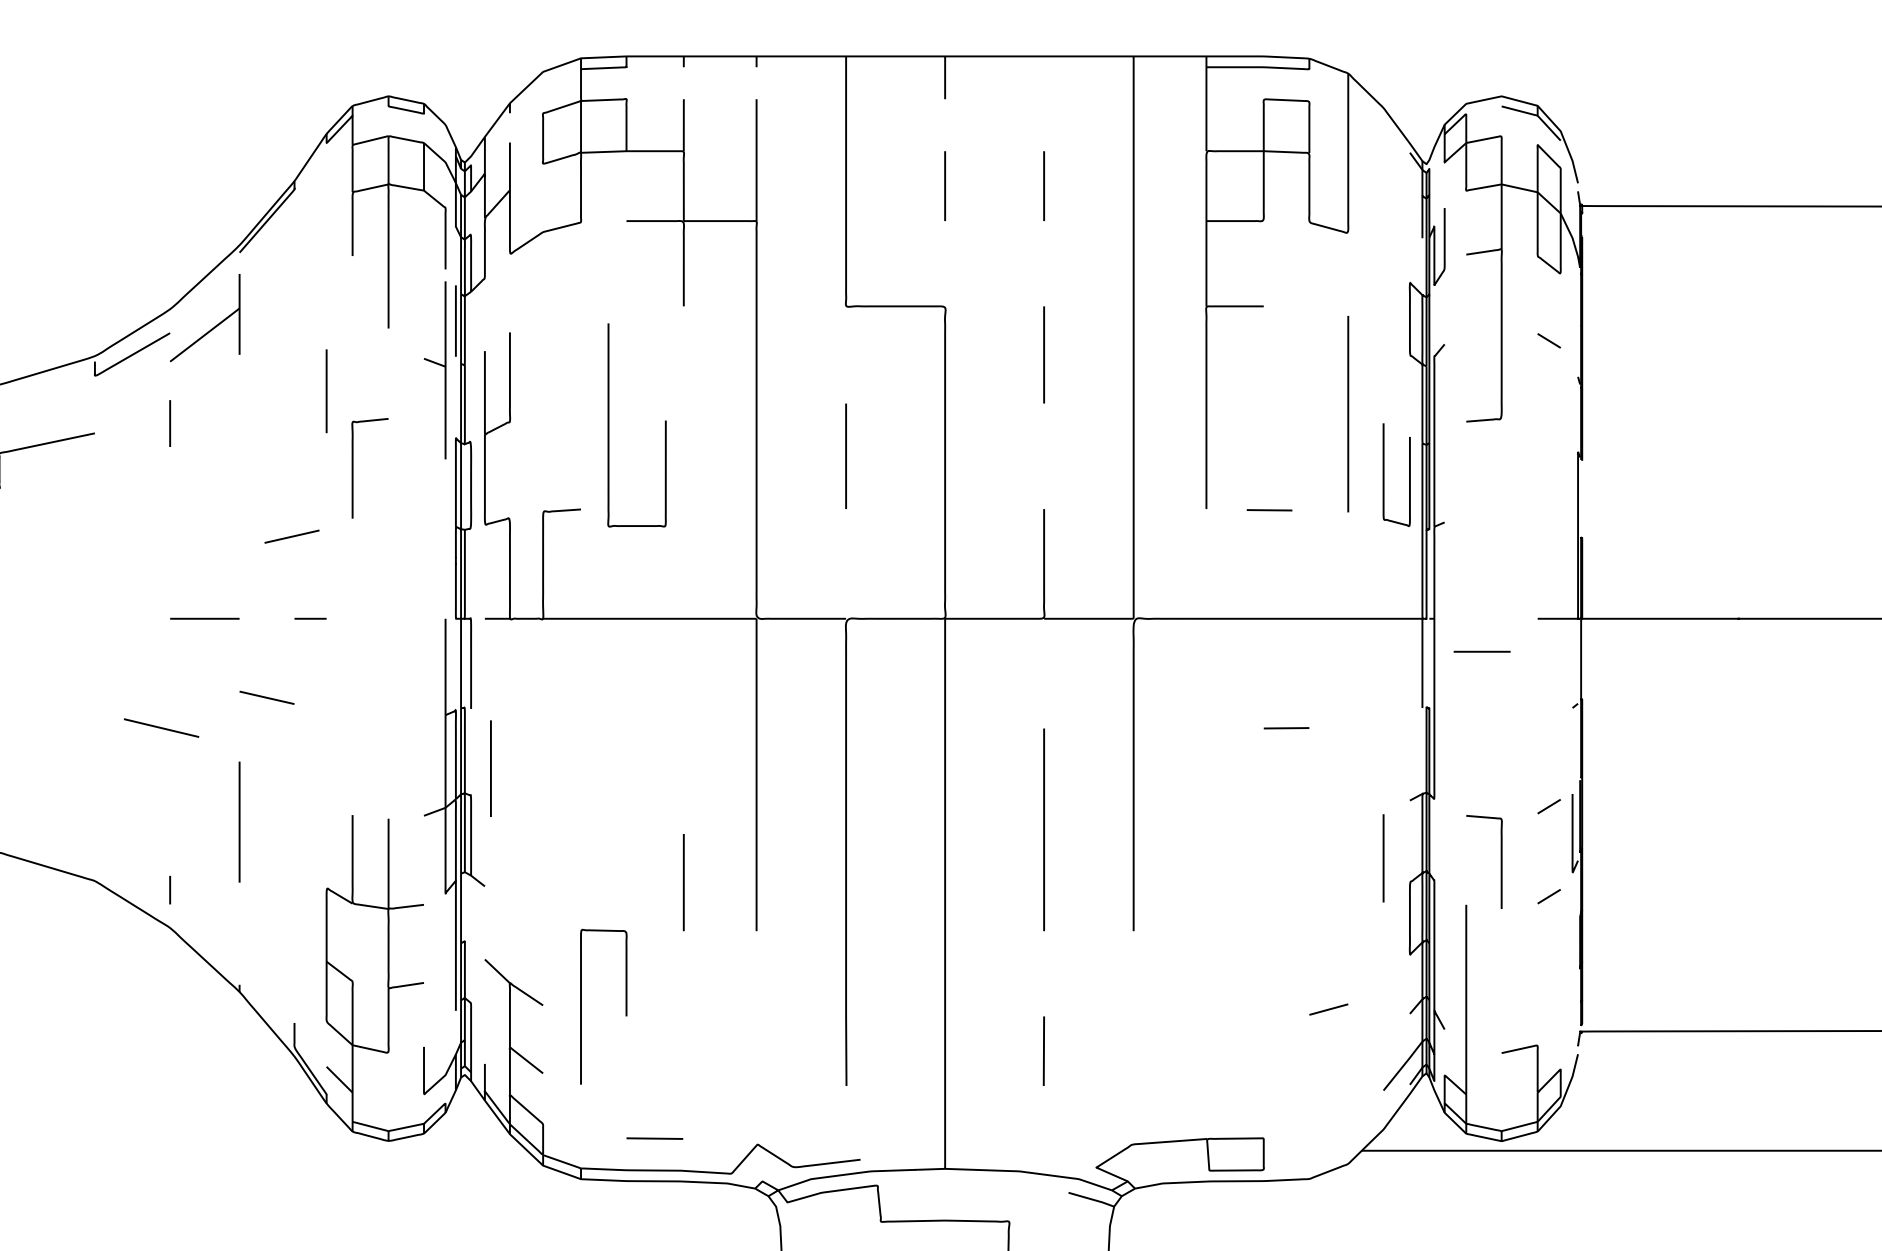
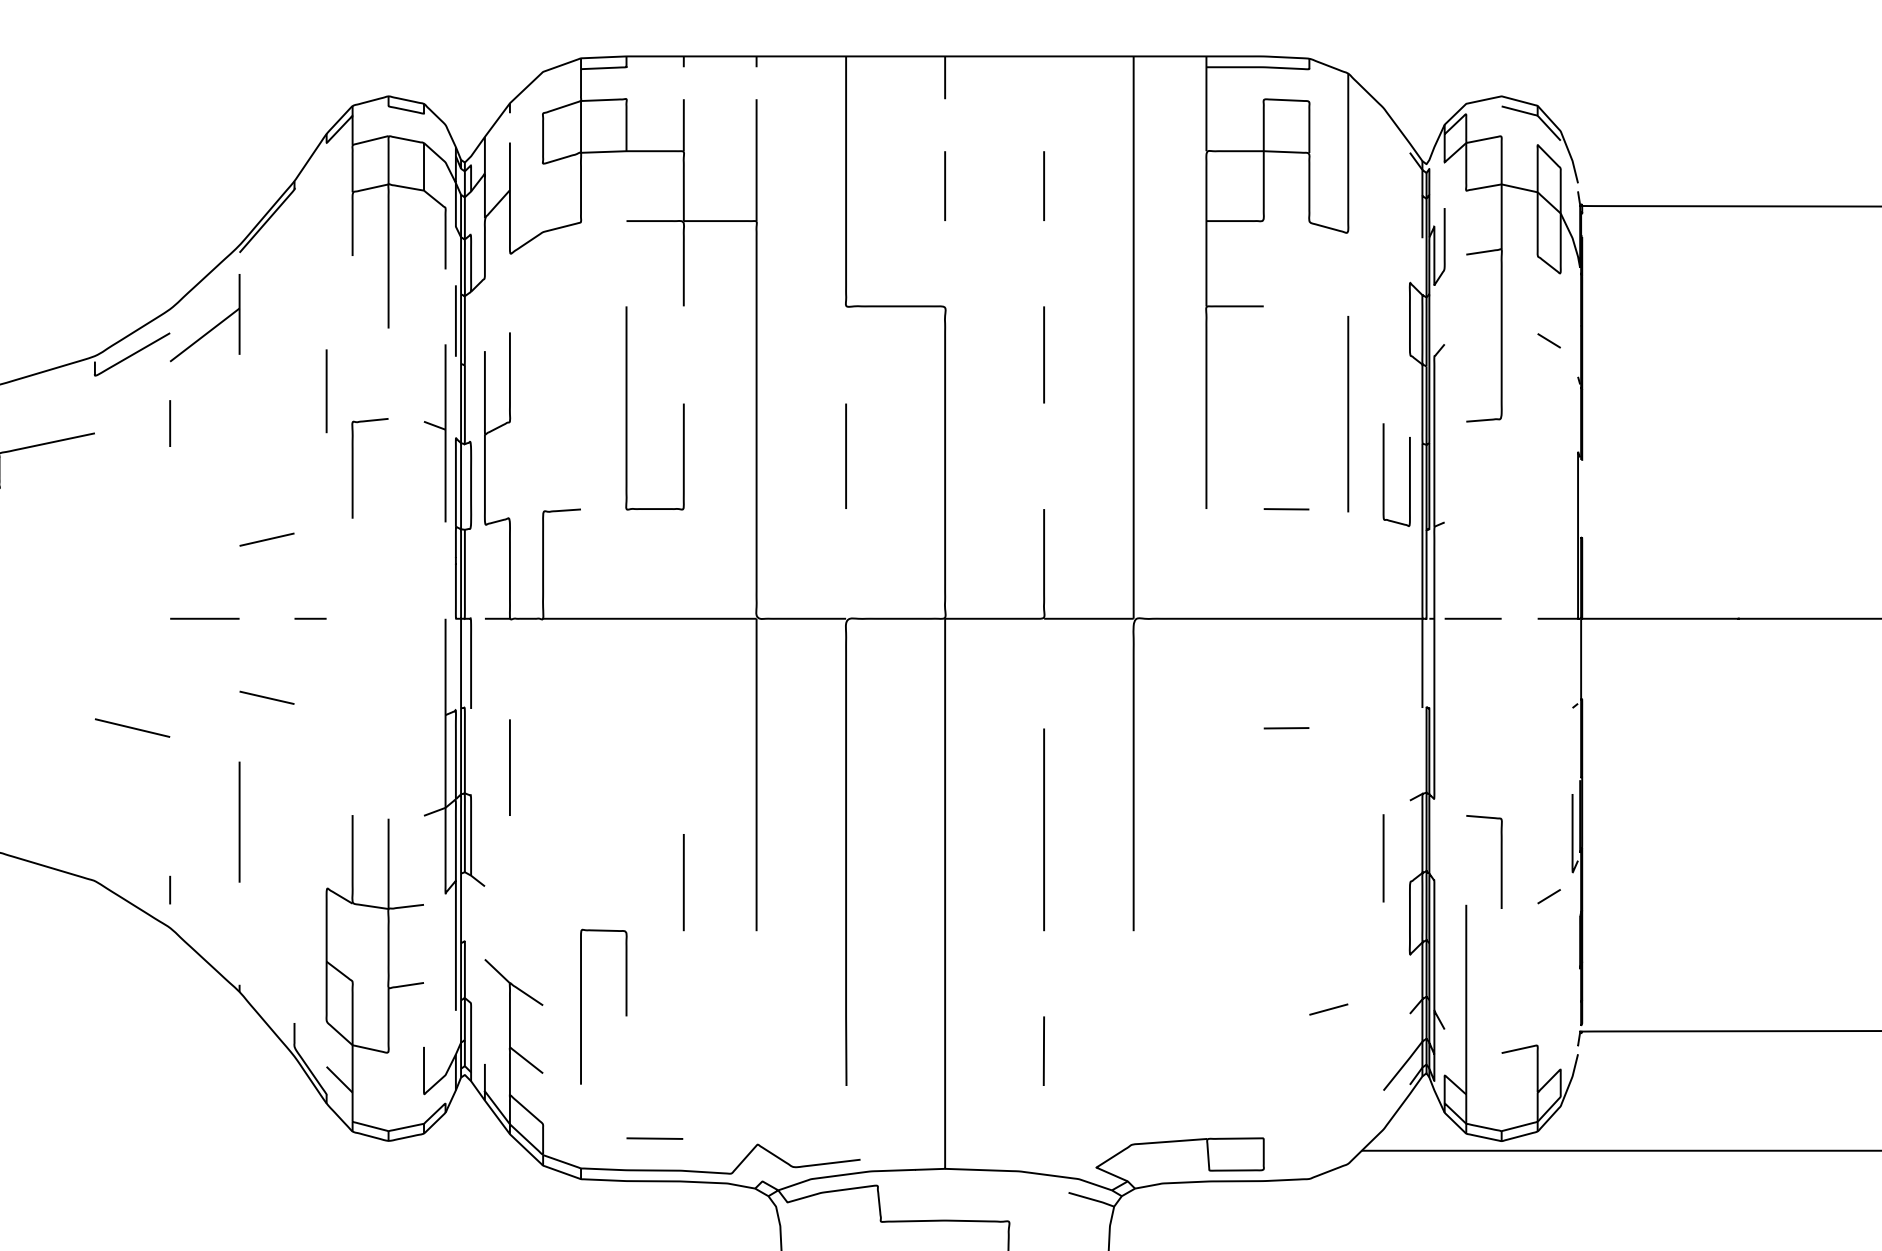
part at (436, 364) position: (436, 364) -> (436, 427)
curve at (609, 425) position: (609, 425) -> (627, 408)
line at (1269, 510) position: (1269, 510) -> (1286, 509)
line at (291, 536) position: (291, 536) -> (266, 539)
line at (1481, 651) position: (1481, 651) -> (1472, 618)
line at (161, 727) position: (161, 727) -> (132, 727)
line at (490, 768) position: (490, 768) -> (509, 767)
line at (1548, 806): present -> none
